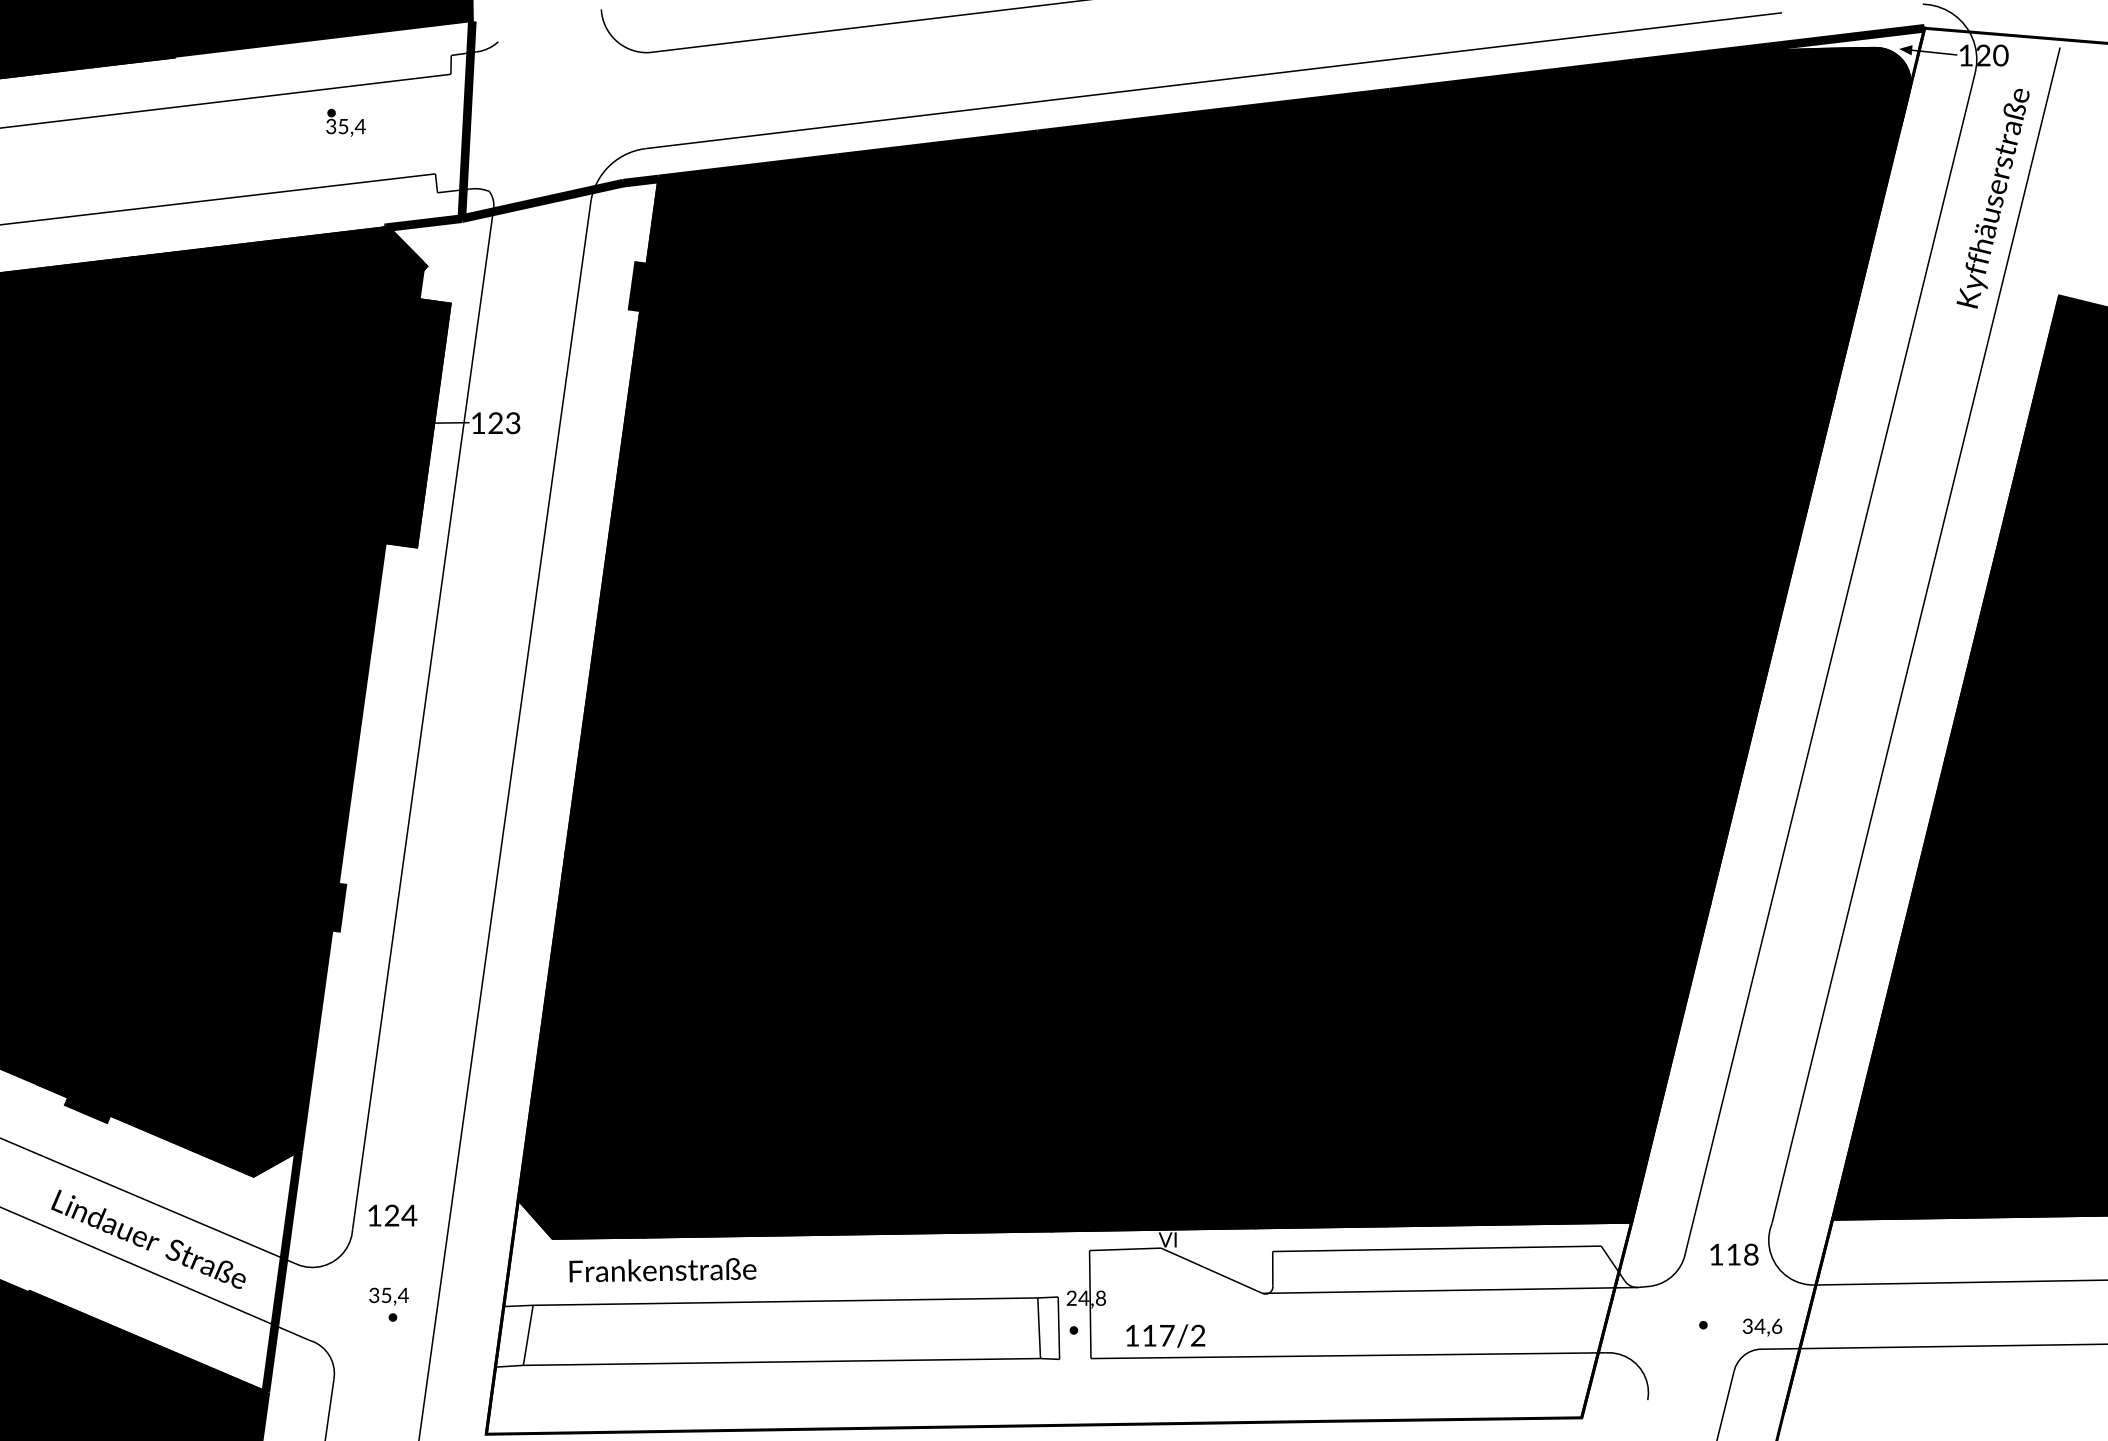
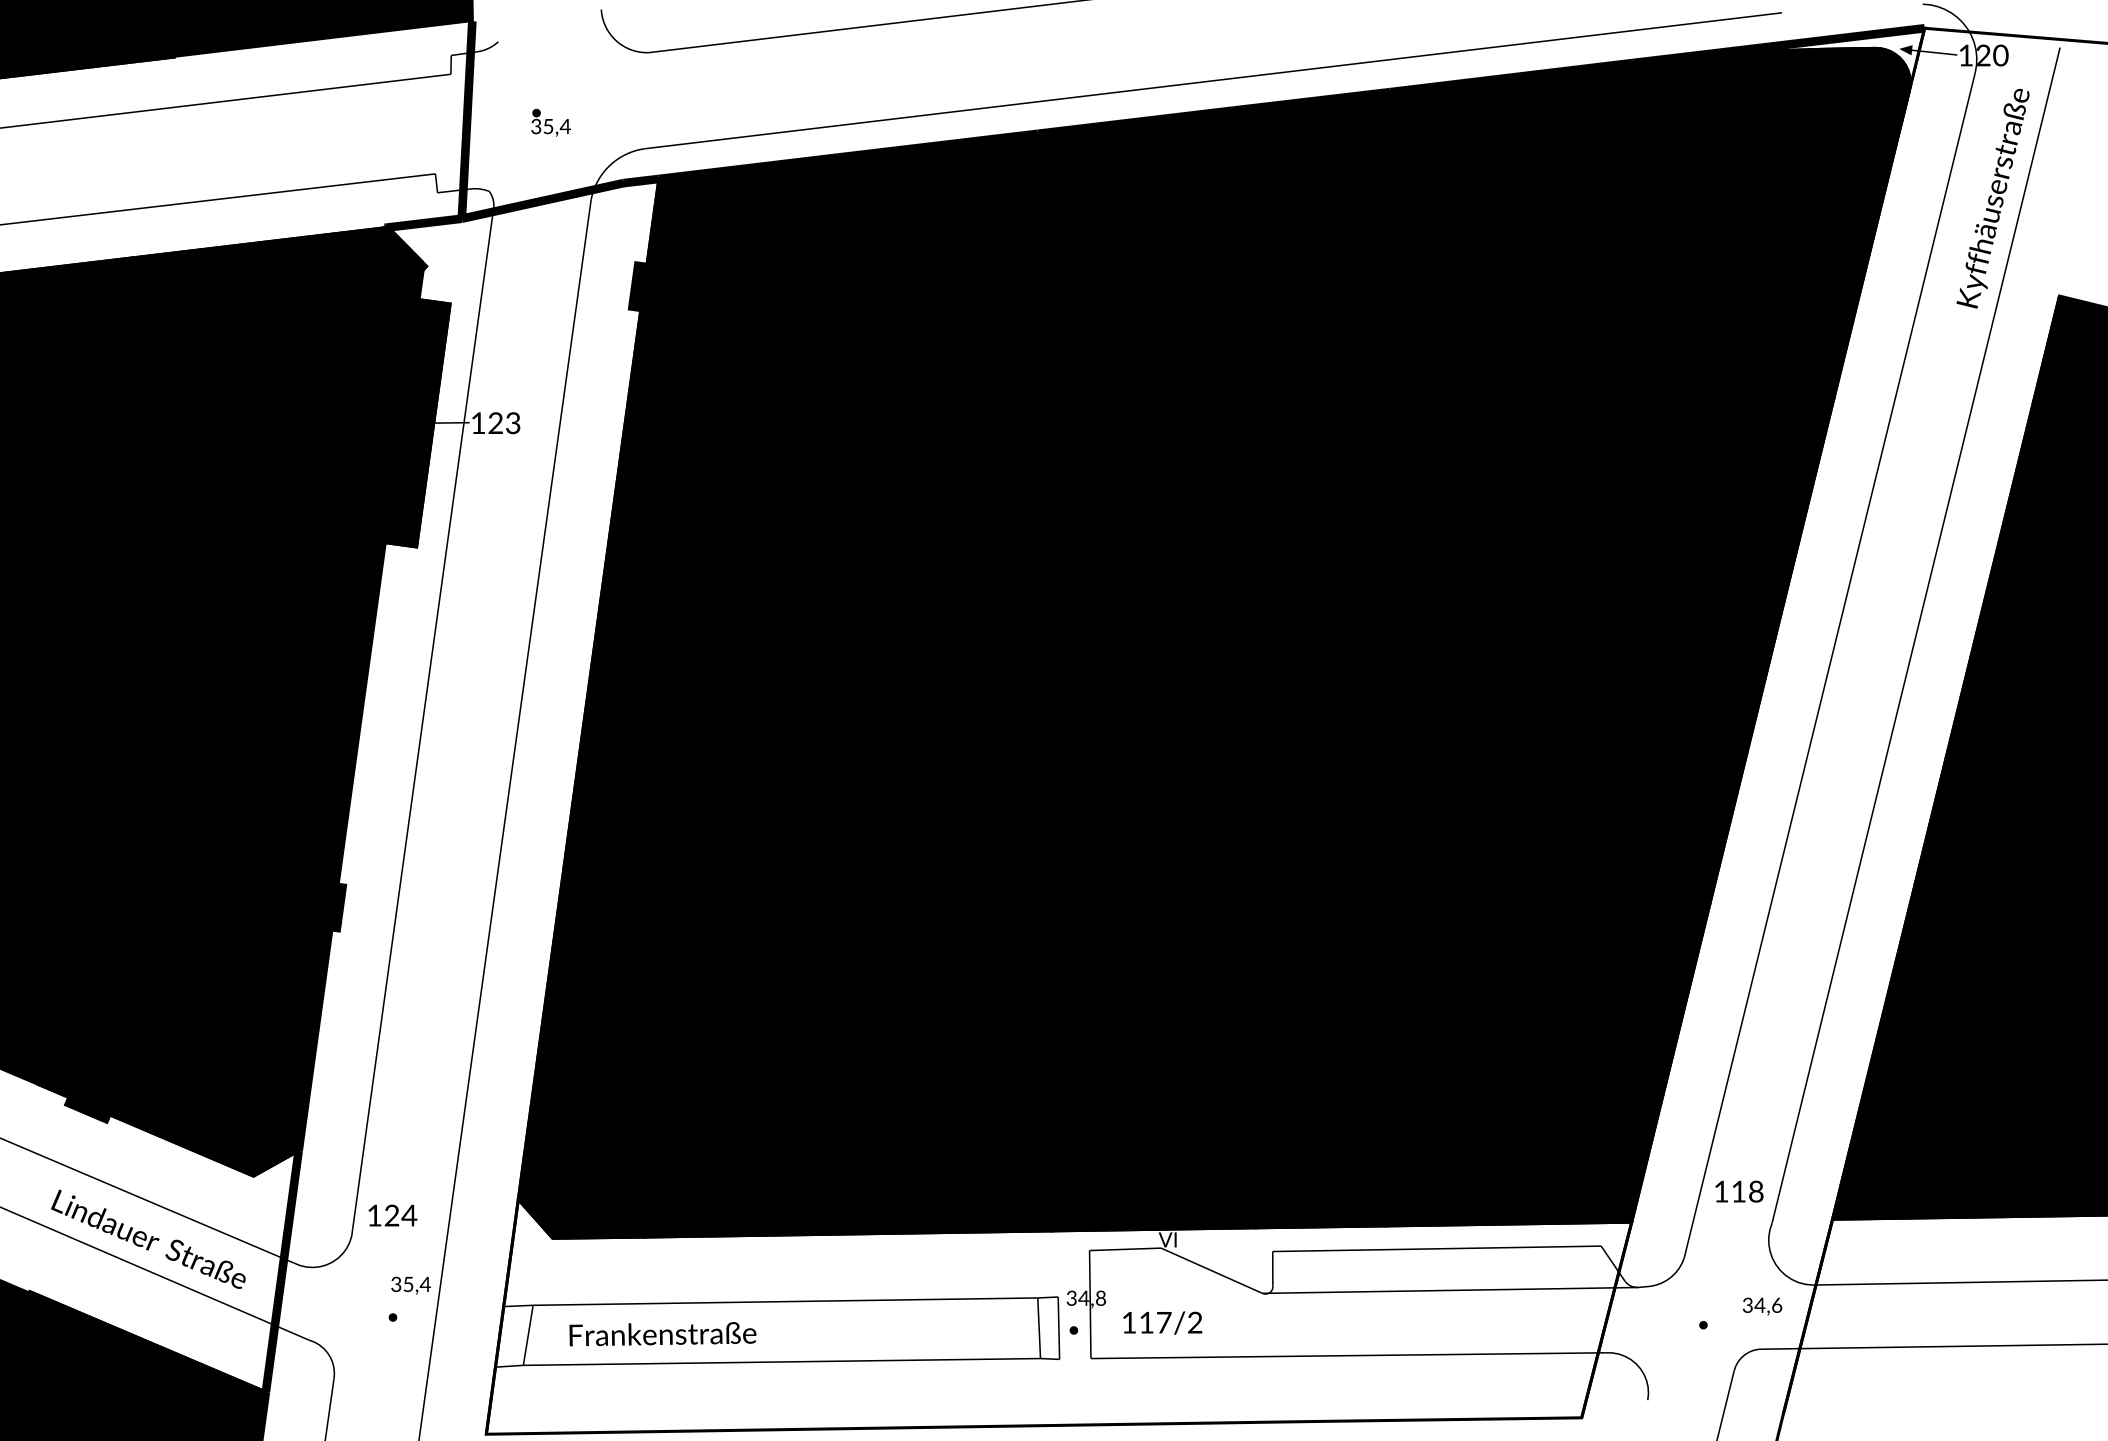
text at (345, 122) position: (345, 122) -> (550, 122)
text at (1734, 1254) position: (1734, 1254) -> (1739, 1191)
text at (662, 1270) position: (662, 1270) -> (662, 1334)
text at (388, 1296) position: (388, 1296) -> (410, 1285)
text at (1071, 1300): 24,8 -> 34,8
text at (1762, 1327) position: (1762, 1327) -> (1762, 1306)
text at (1165, 1335) position: (1165, 1335) -> (1162, 1322)
